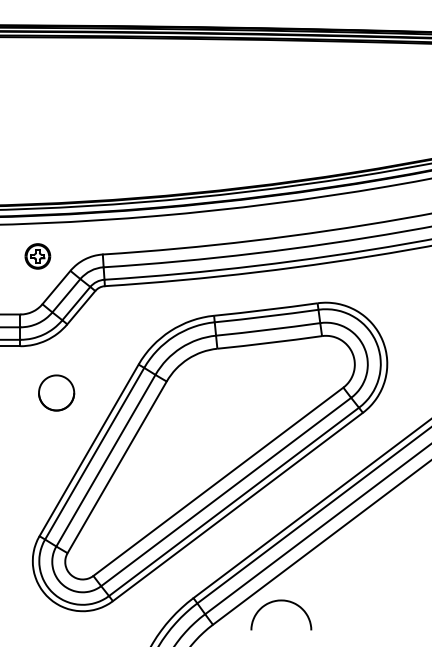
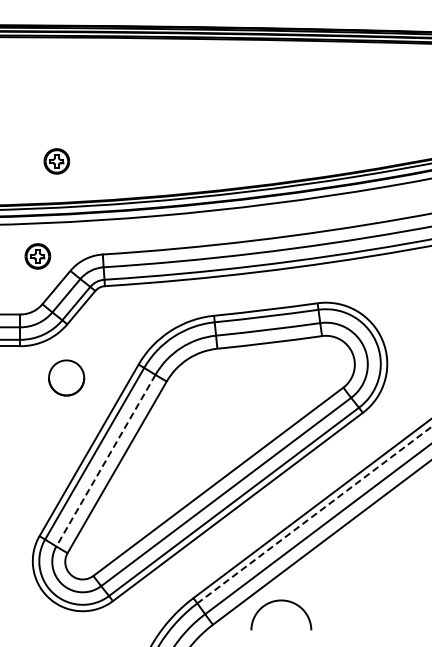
part at (56, 161): none -> present
part at (56, 392) position: (56, 392) -> (66, 377)
line at (105, 461): solid -> dashed
line at (313, 515): solid -> dashed
